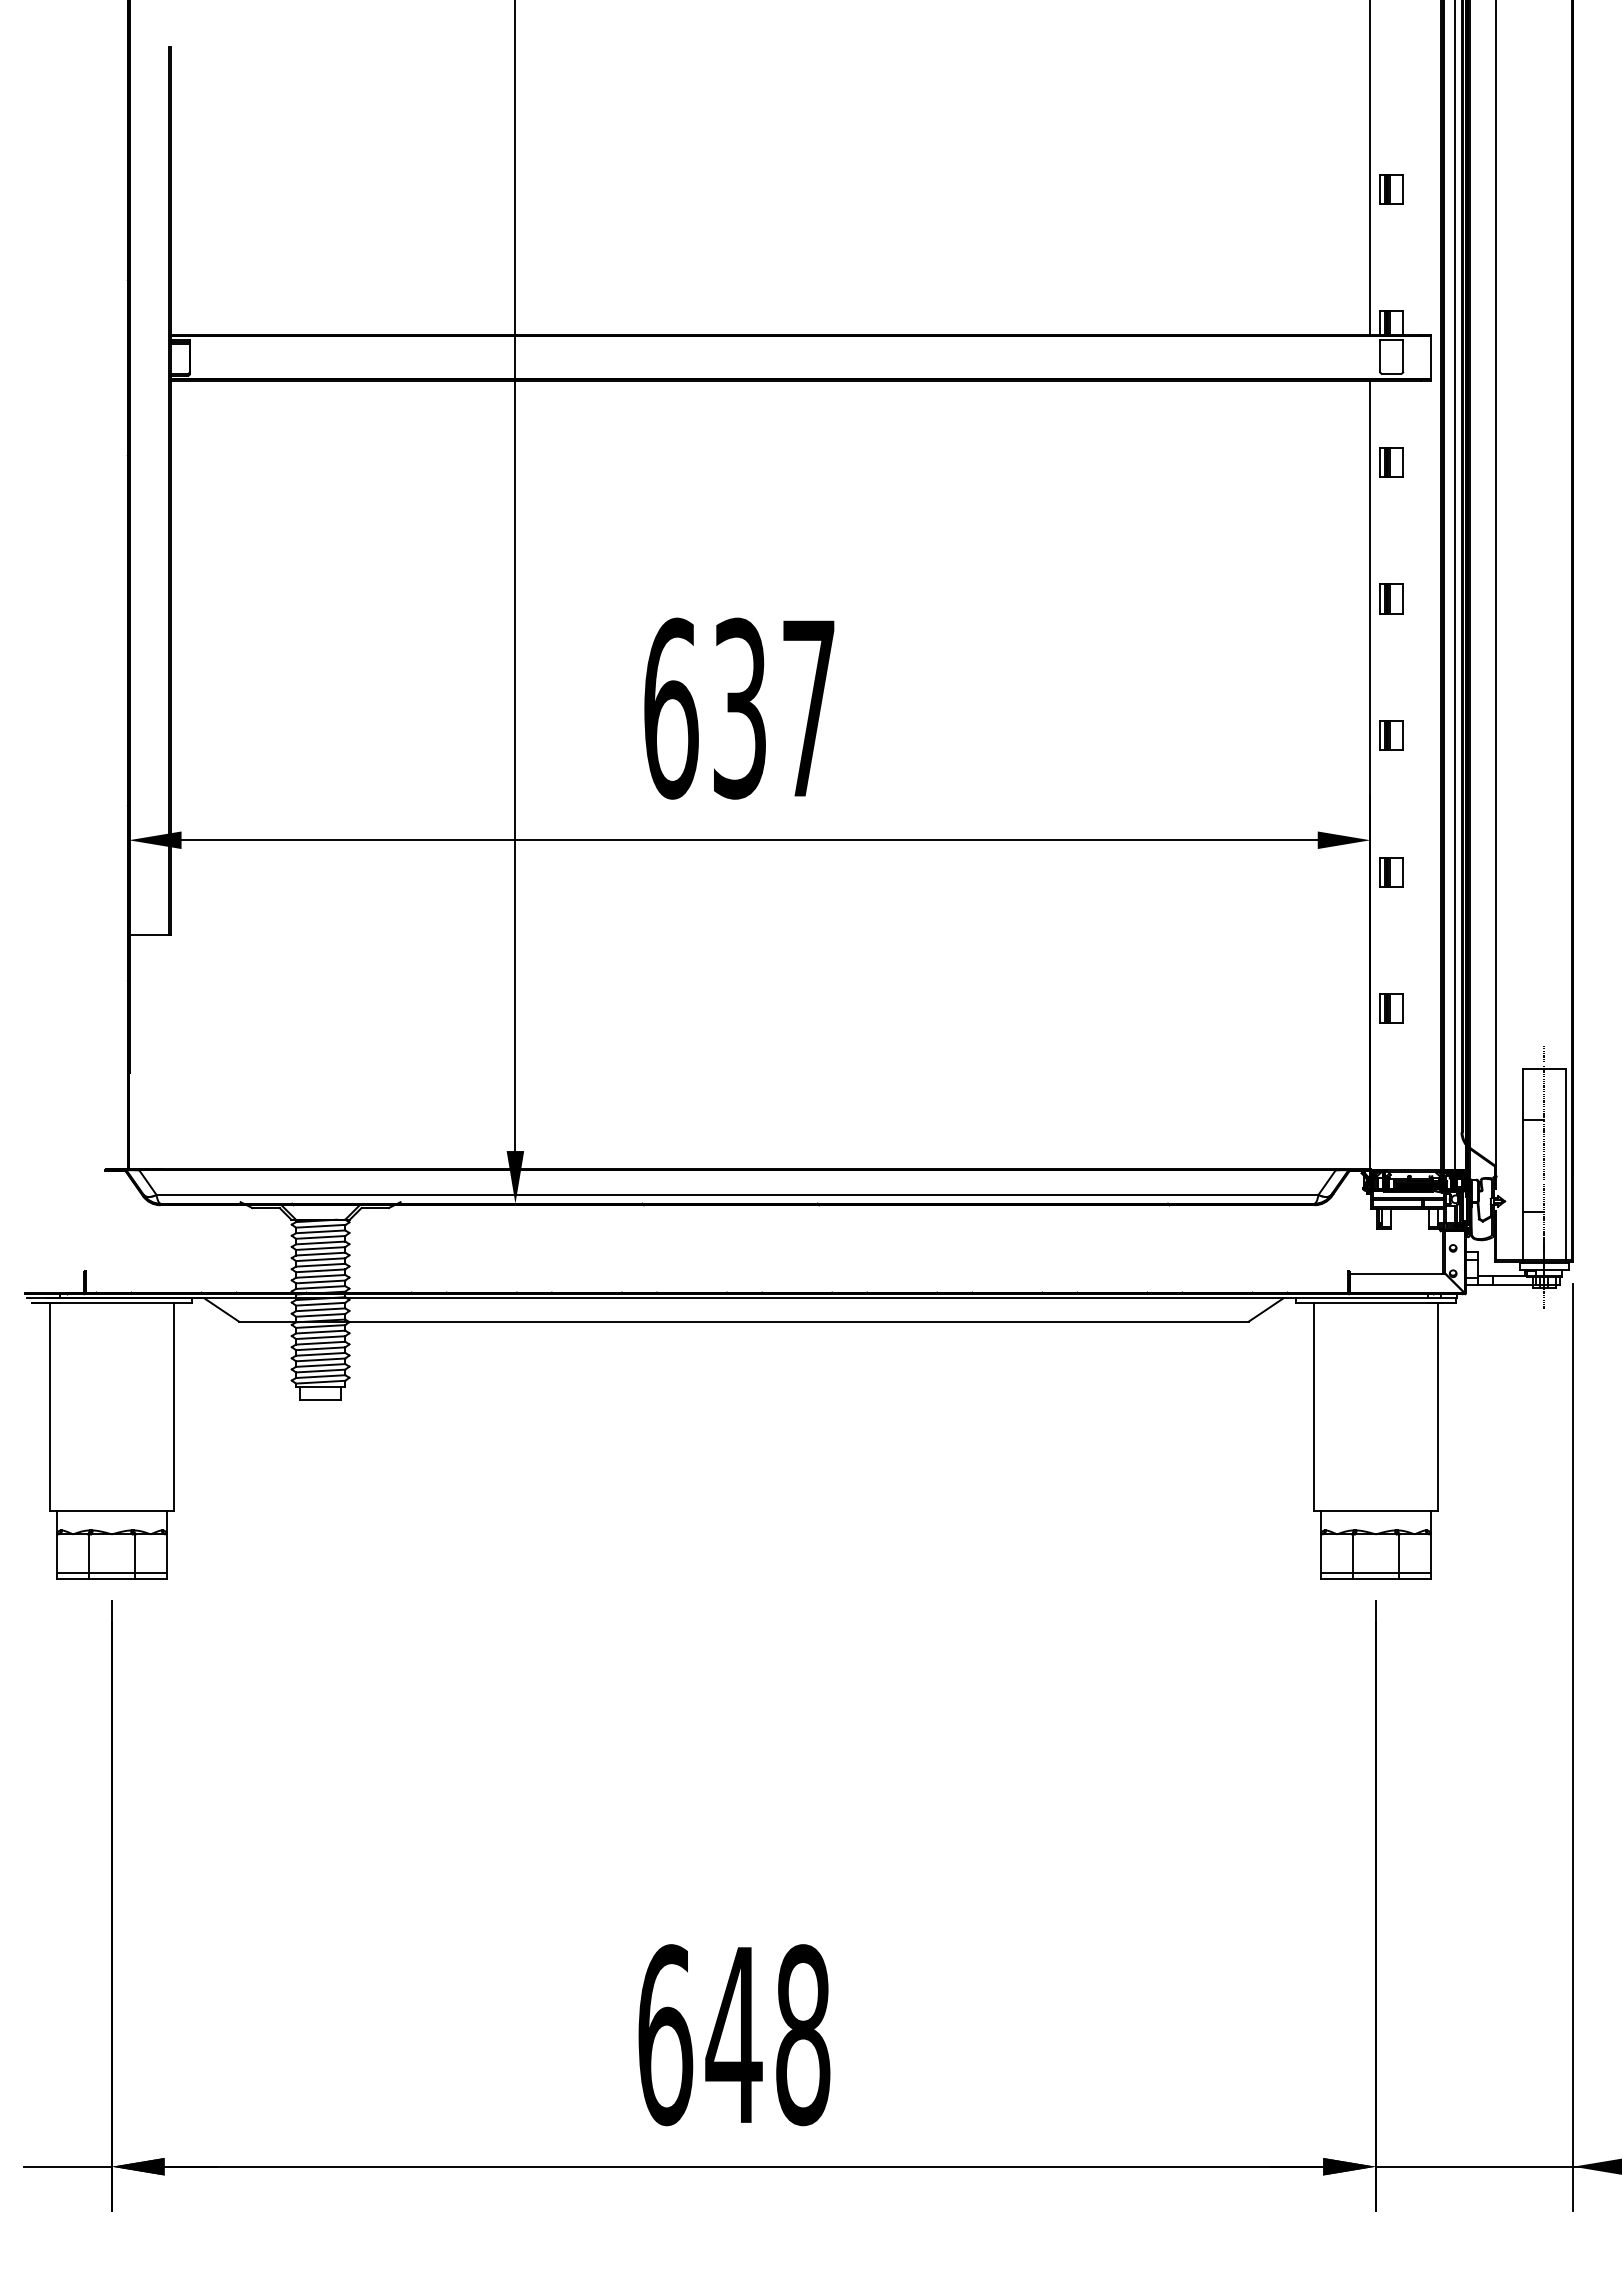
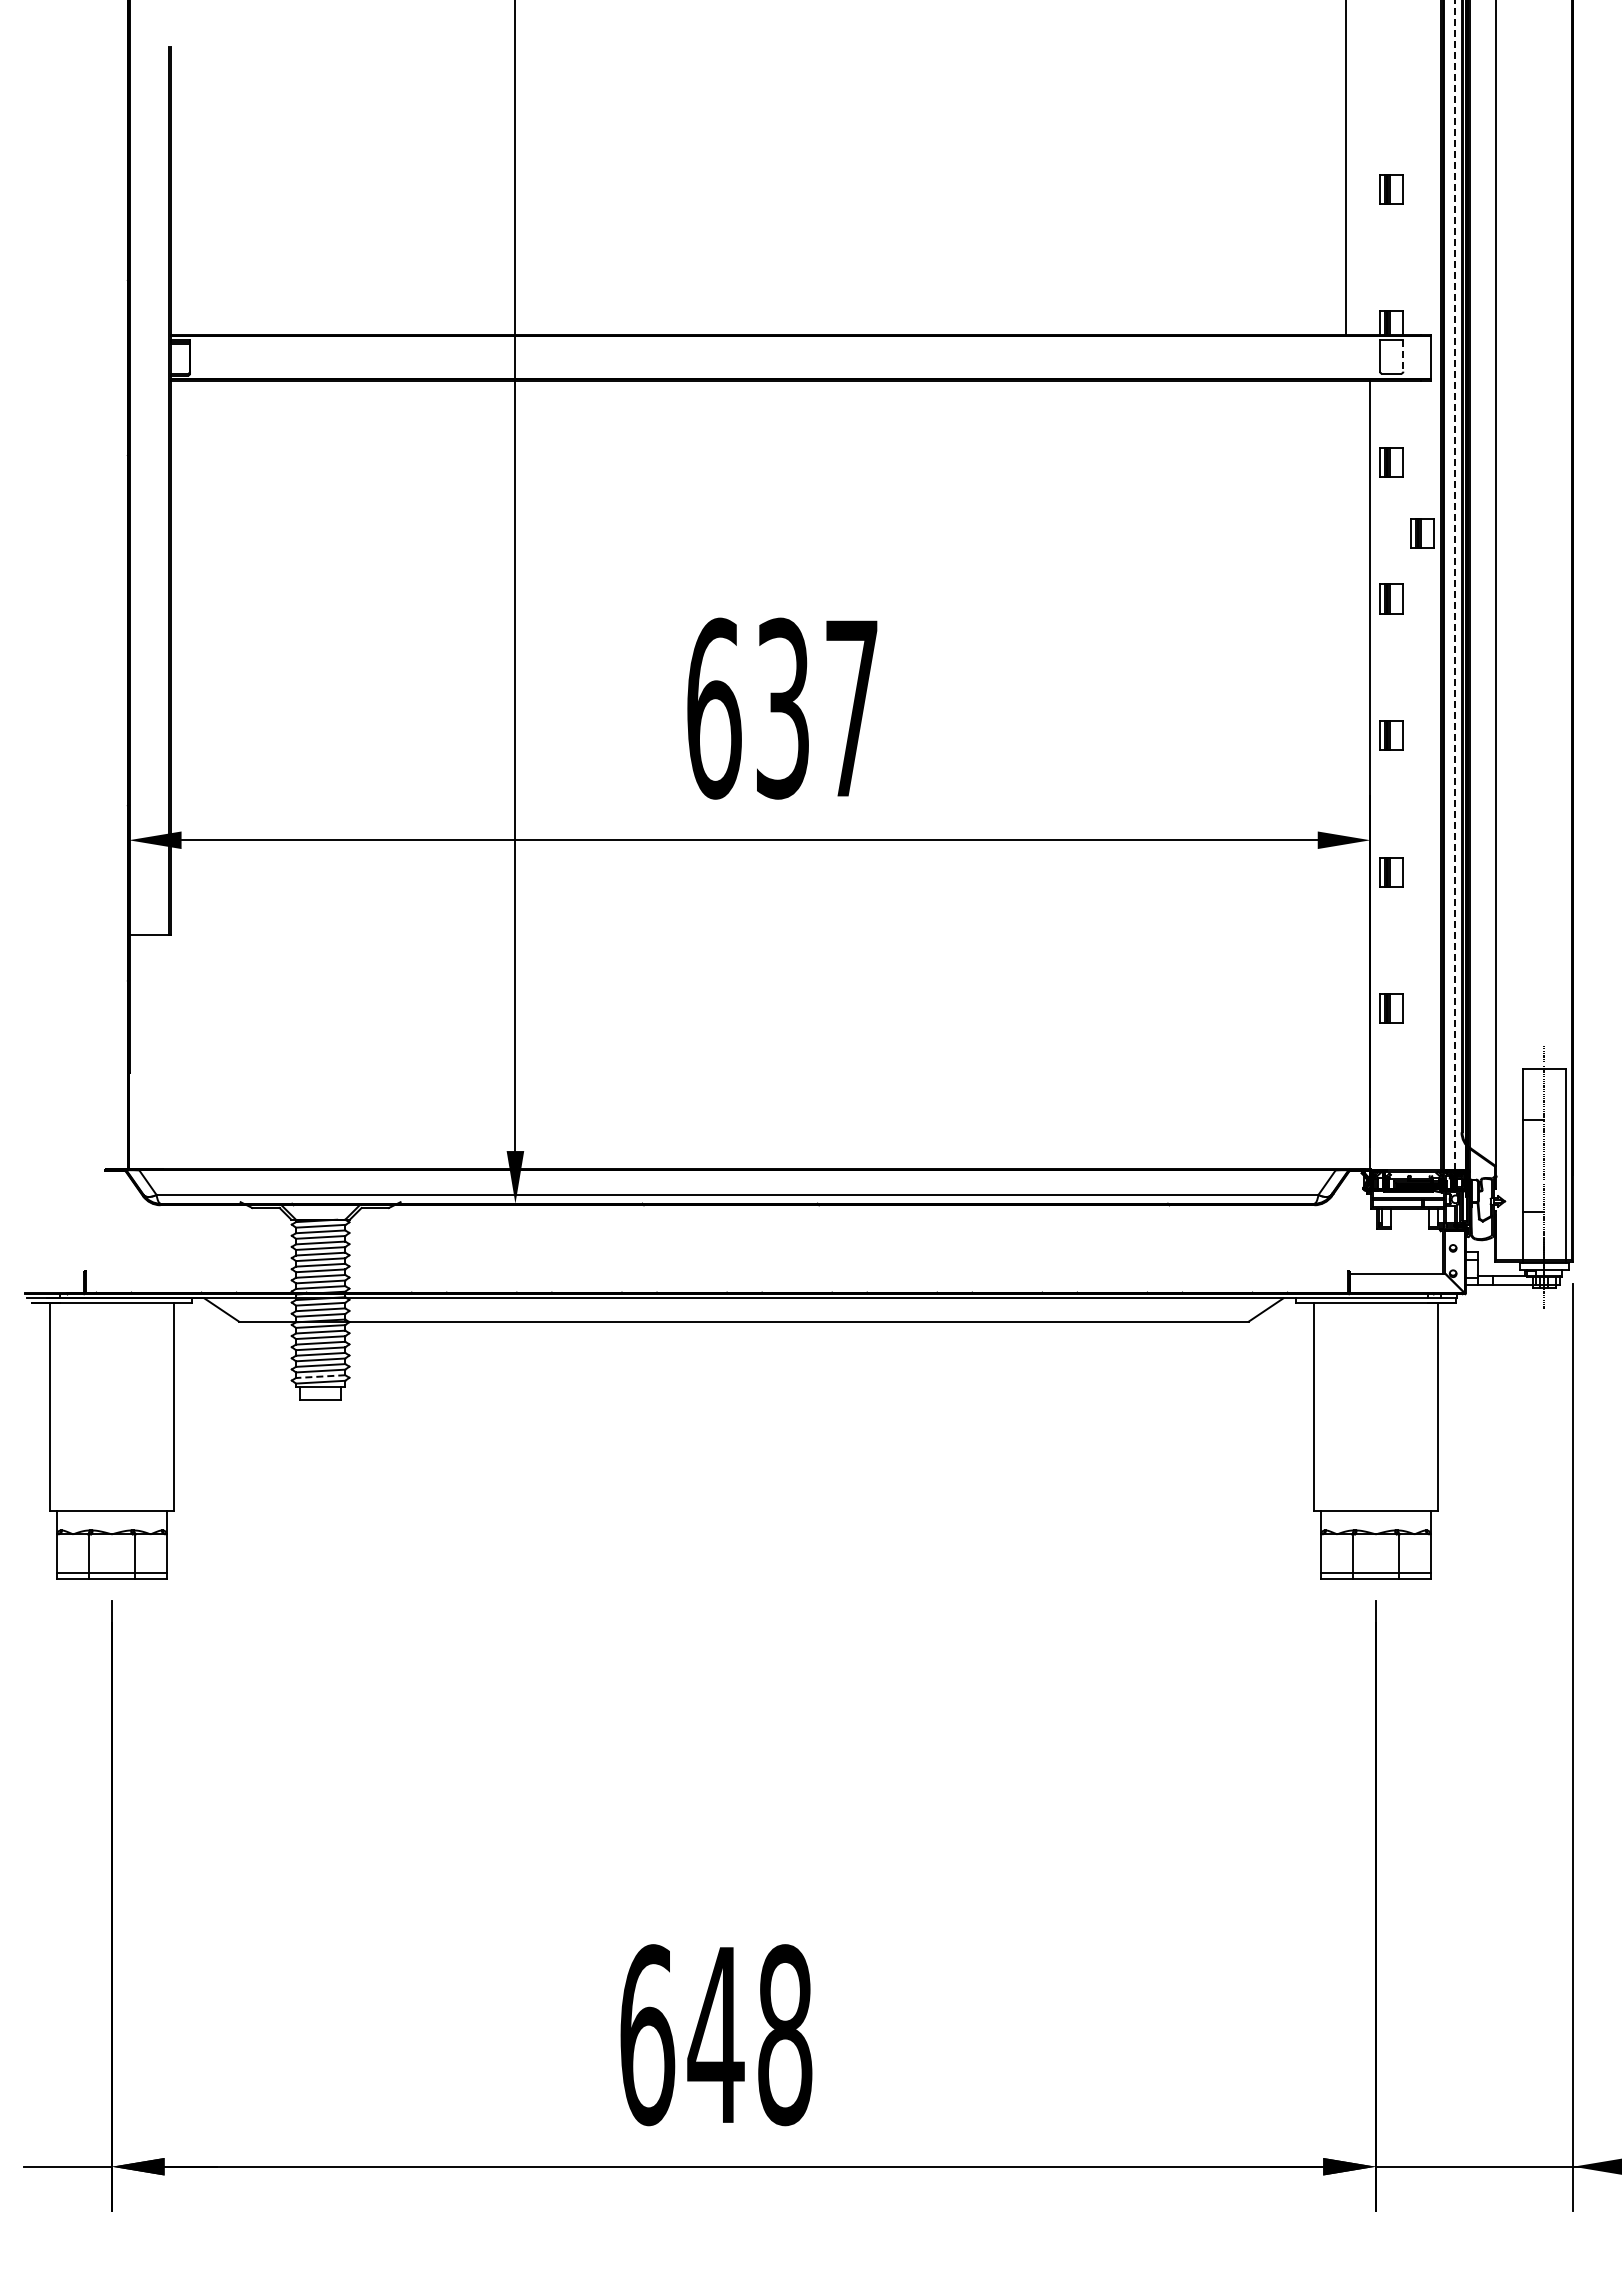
line at (1370, 168) position: (1370, 168) -> (1346, 168)
line at (1403, 356): solid -> dashed
part at (1422, 533): none -> present
line at (1454, 584): solid -> dashed
text at (739, 708) position: (739, 708) -> (782, 708)
line at (320, 1376): solid -> dashed
text at (734, 2035) position: (734, 2035) -> (716, 2035)
